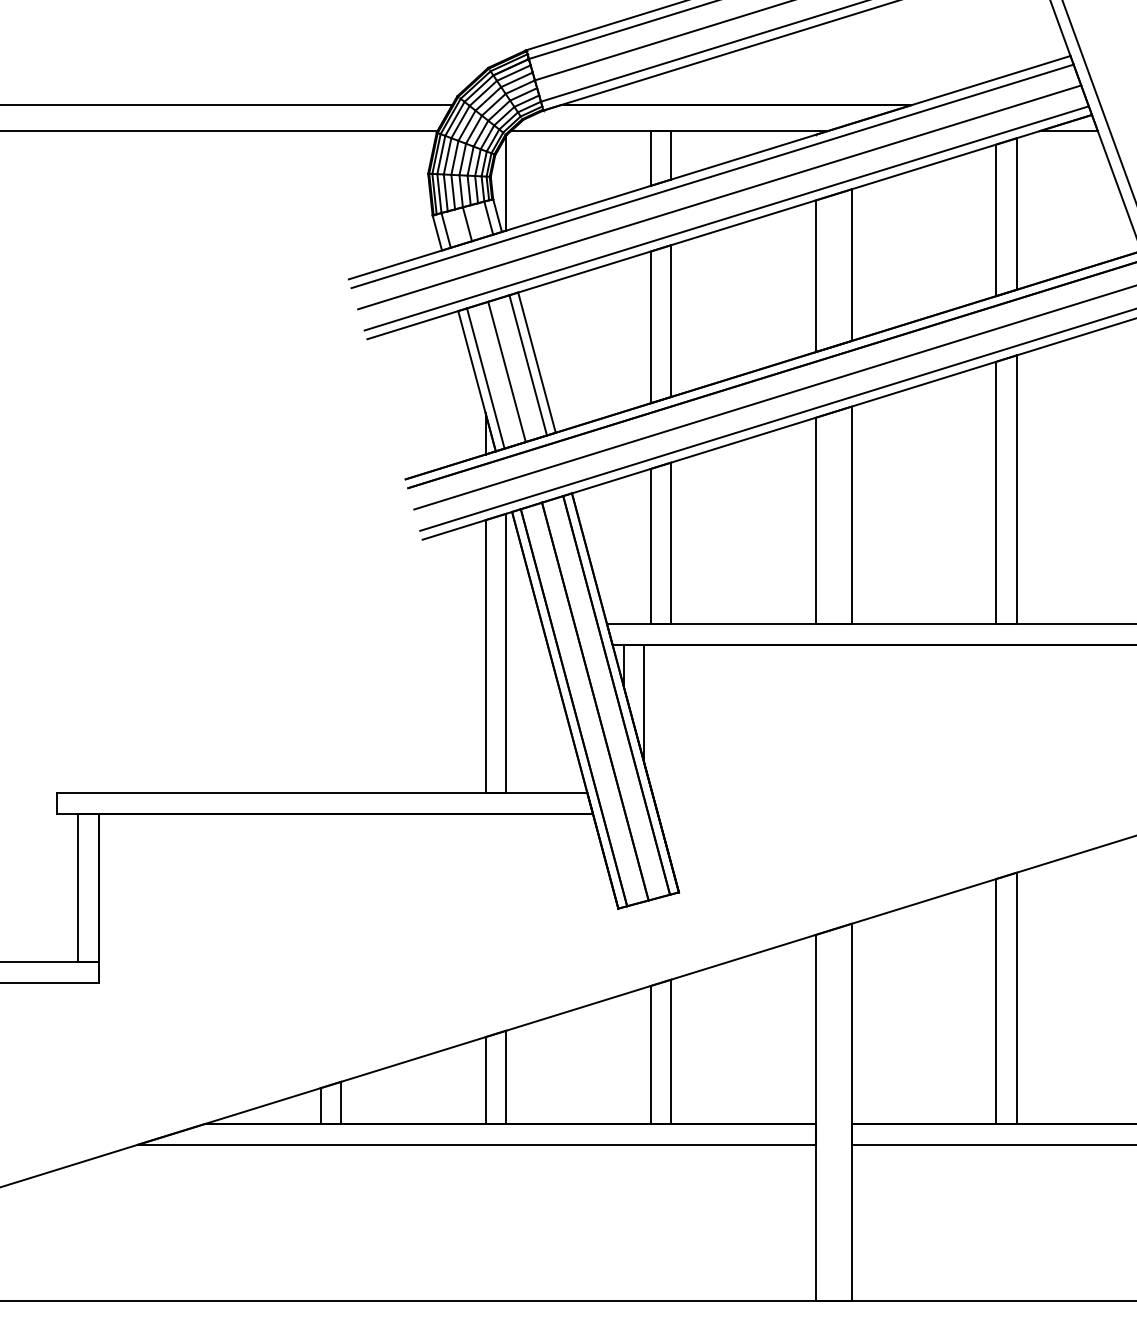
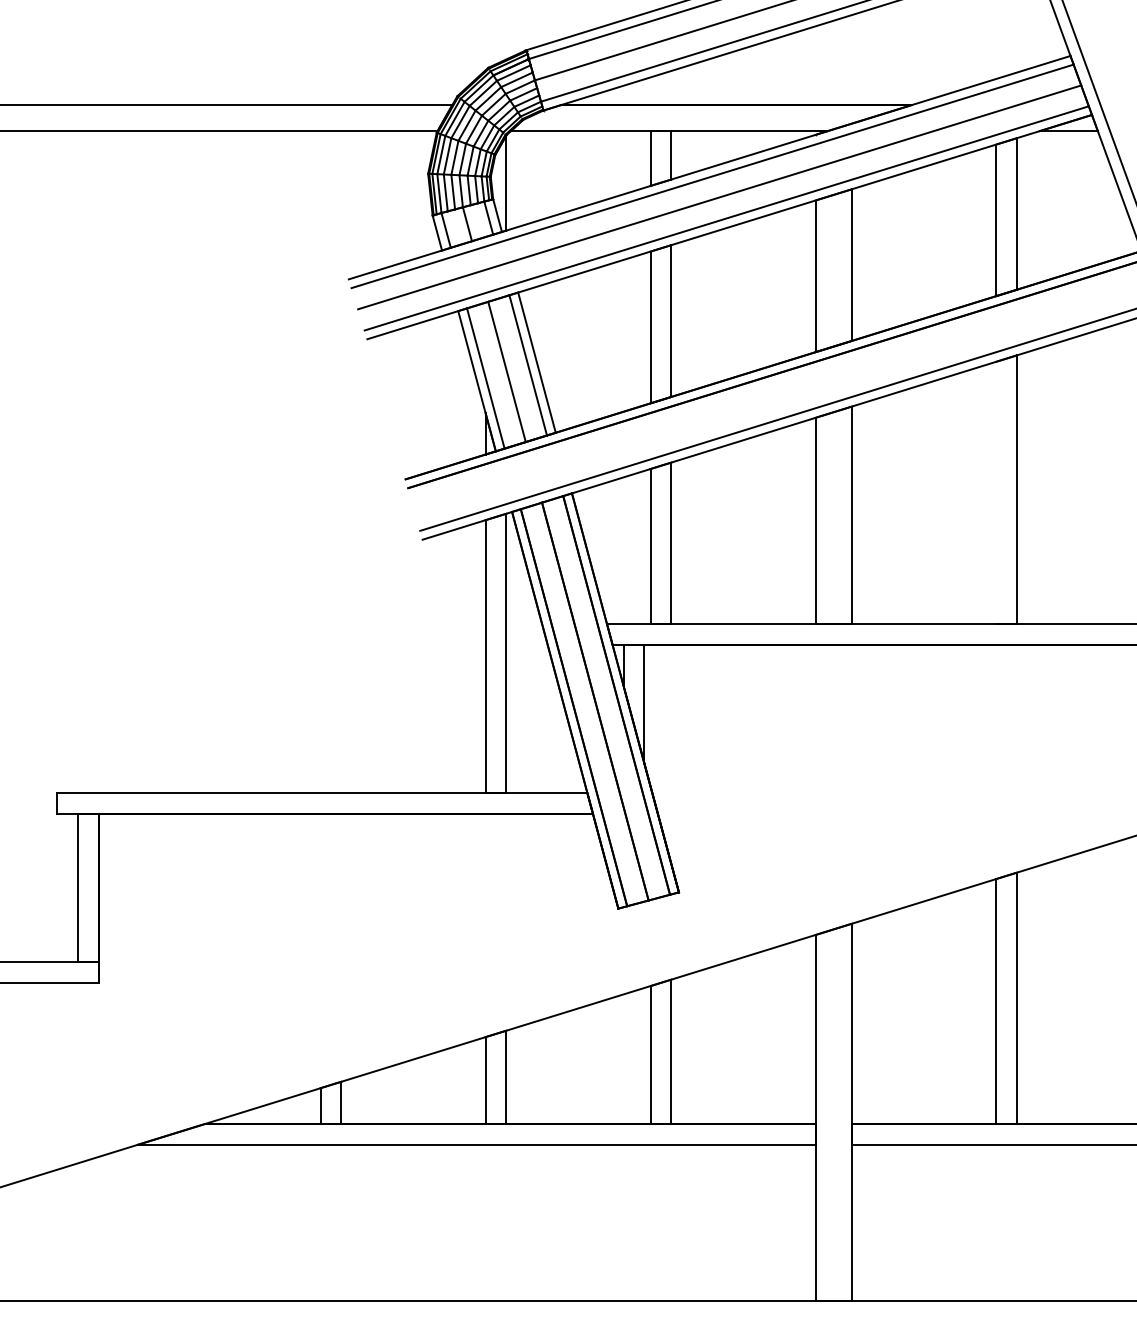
line at (773, 397): present -> none
line at (996, 492): present -> none
